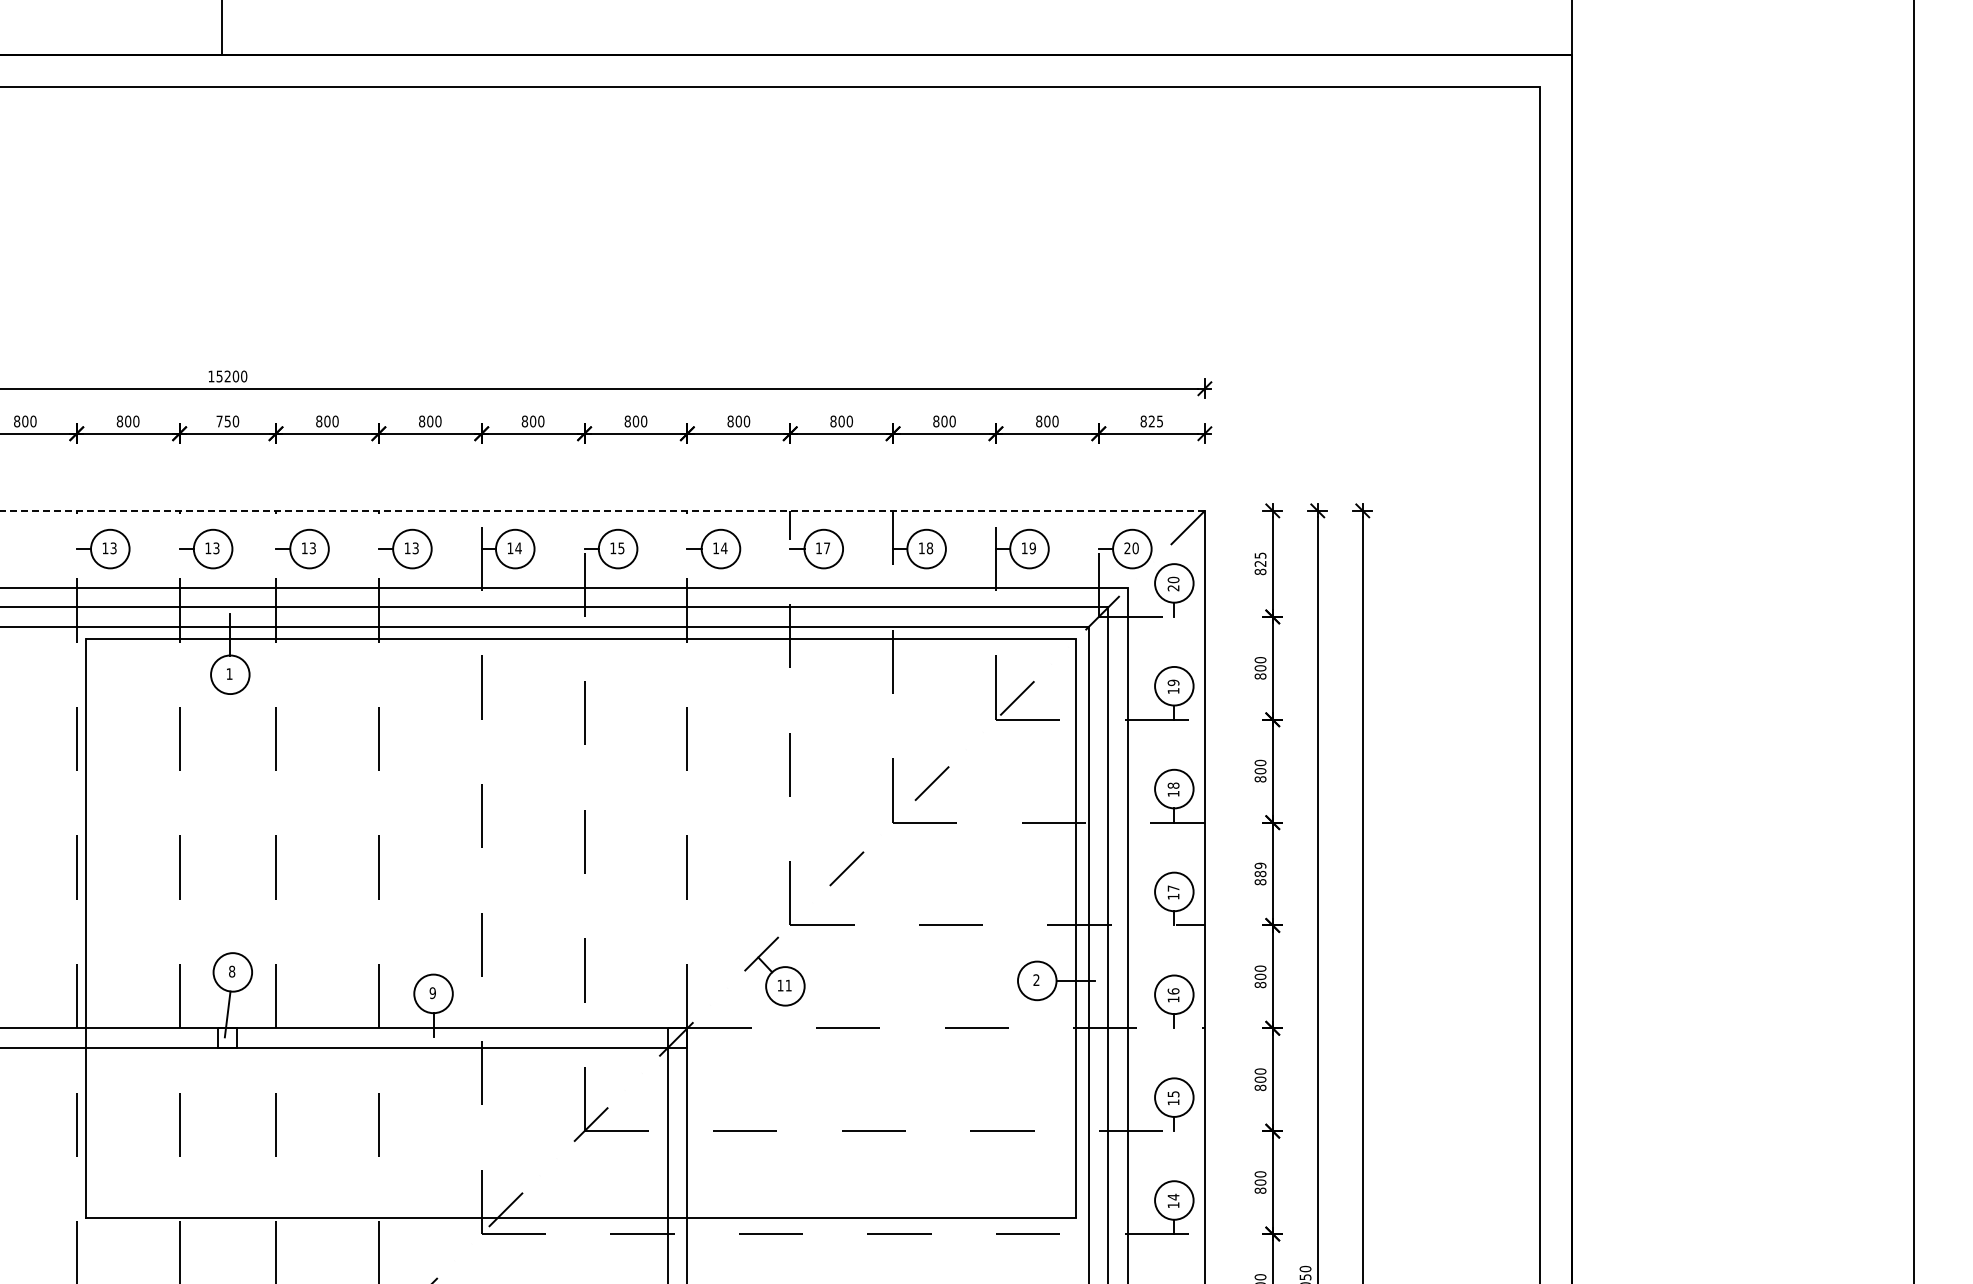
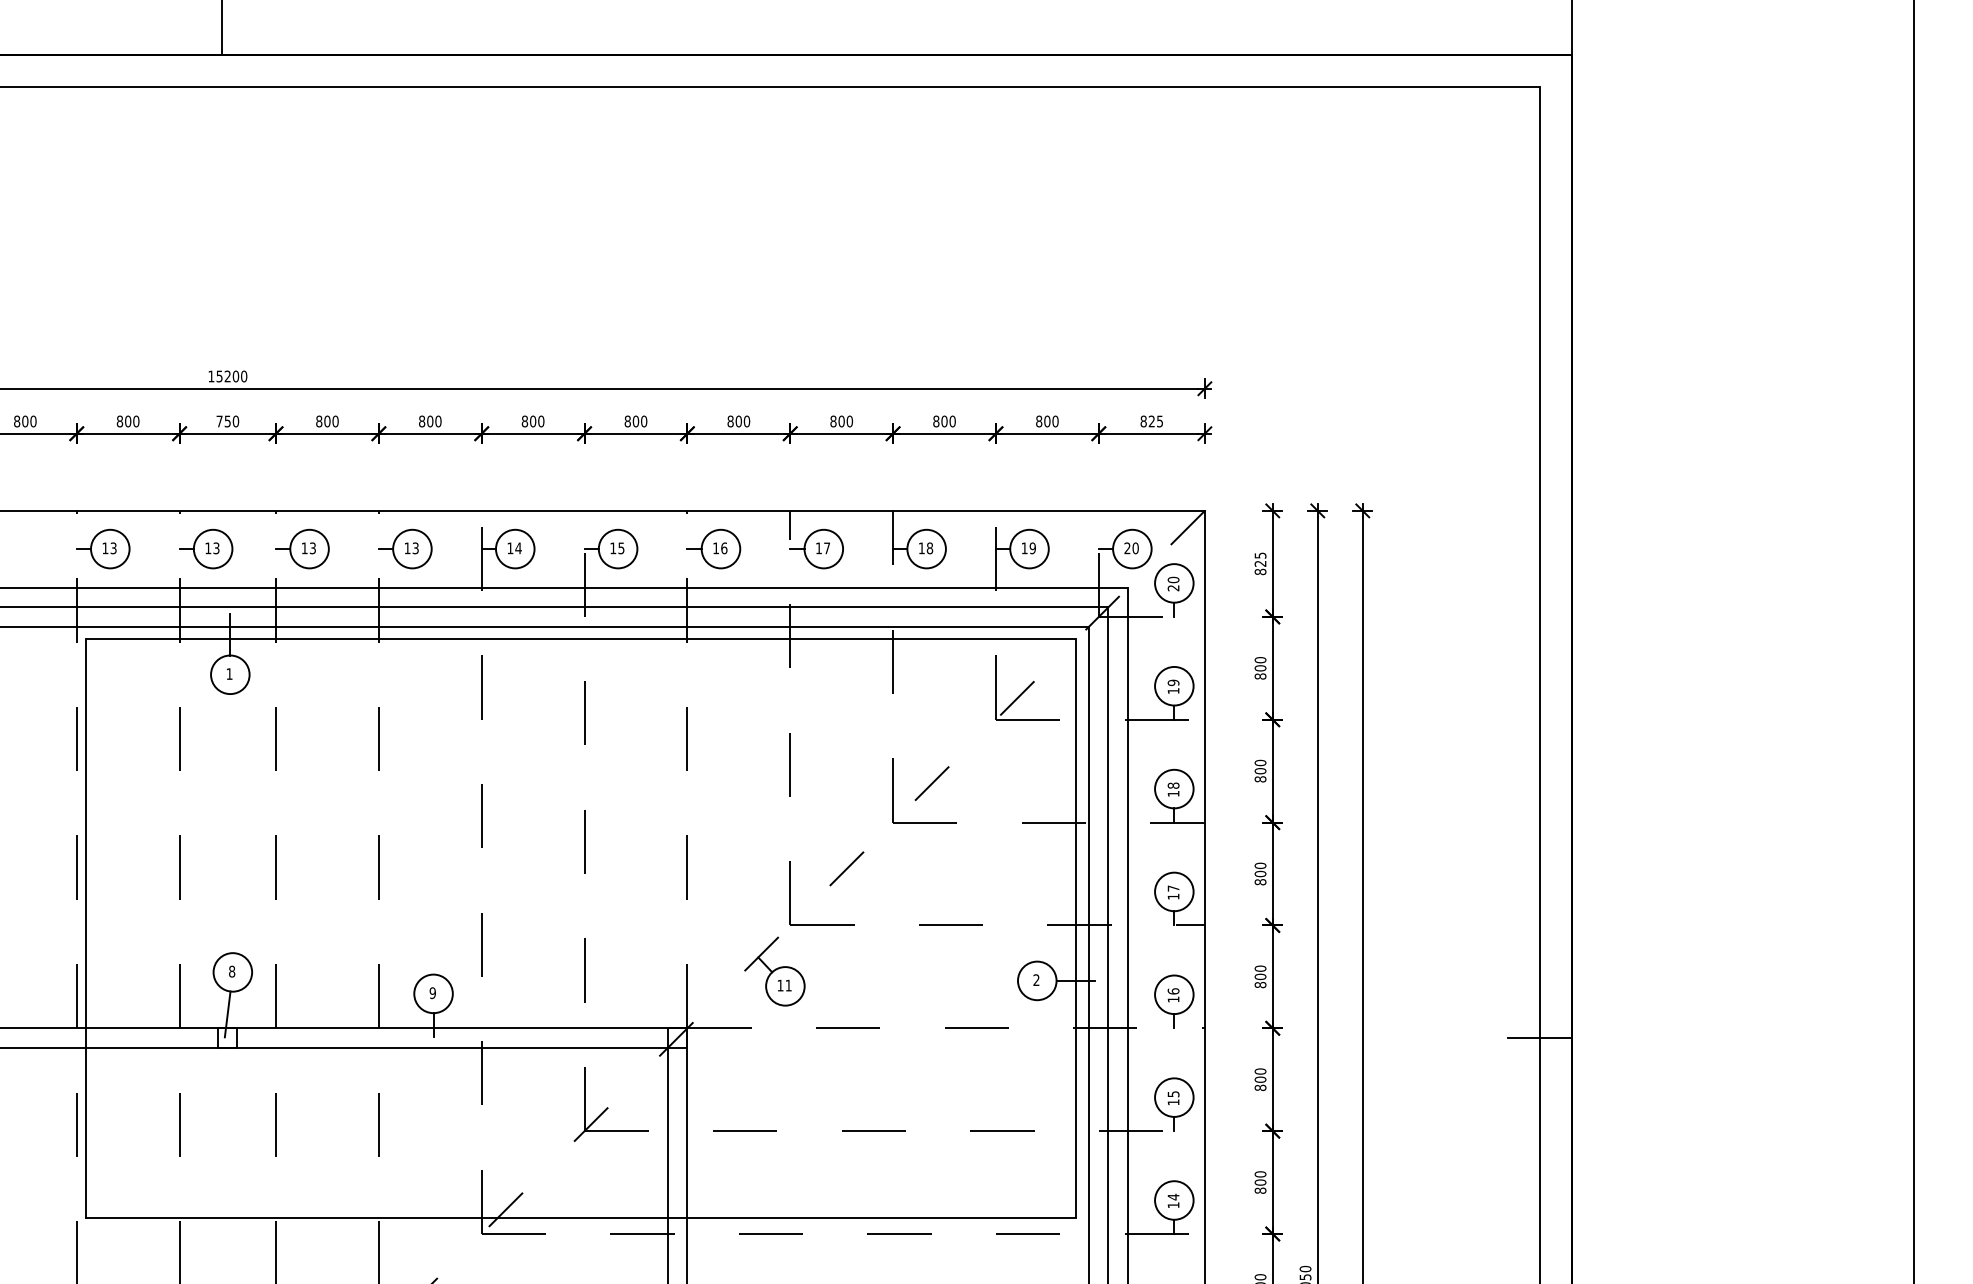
line at (603, 510): dashed -> solid
text at (723, 548): 14 -> 16
text at (1260, 869): 889 -> 800
line at (1539, 1037): none -> present
